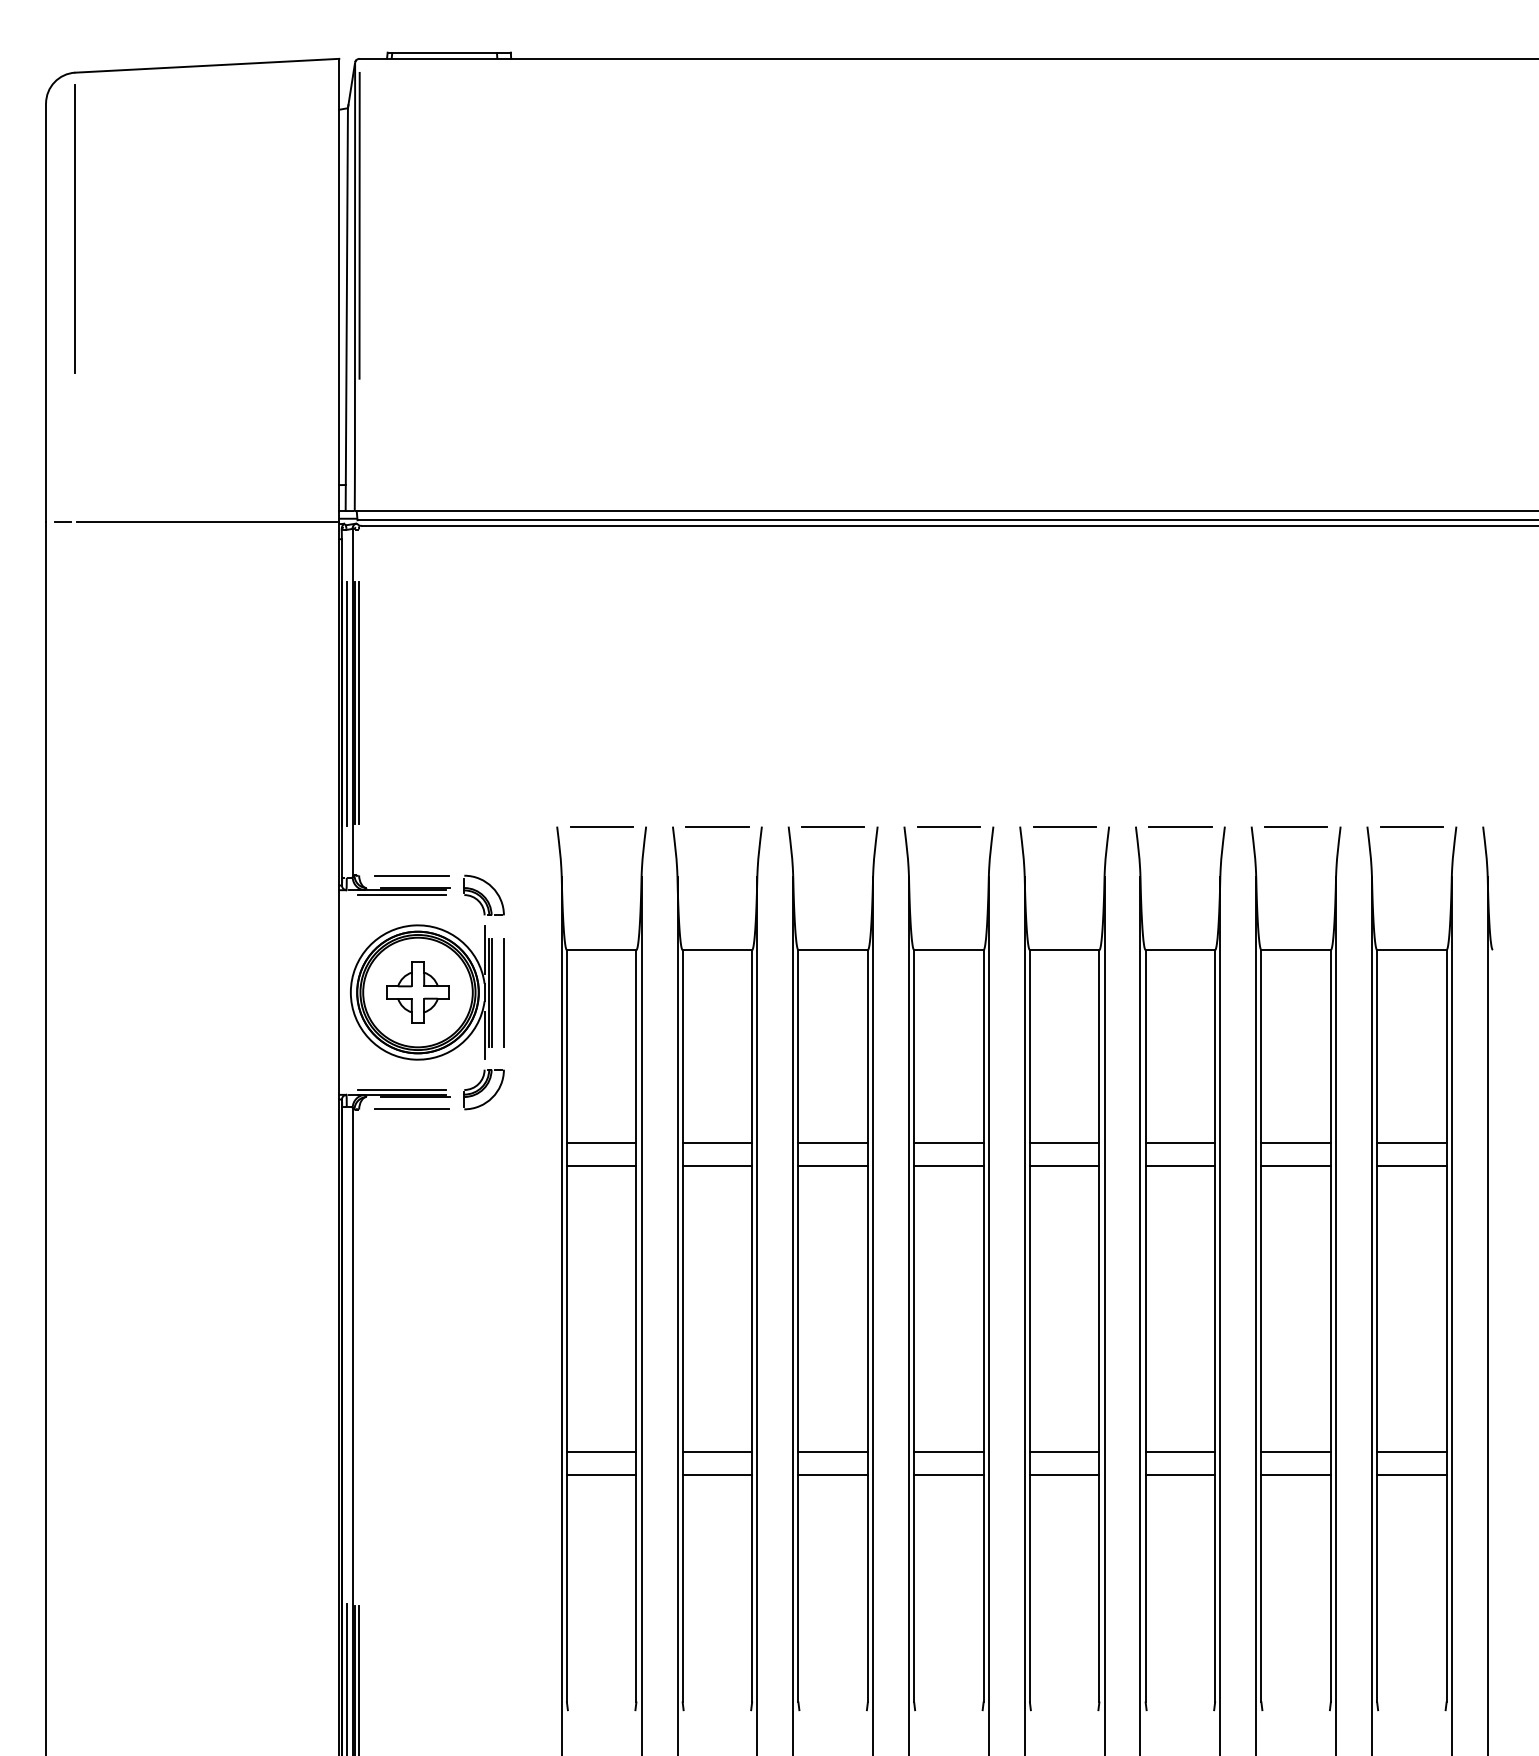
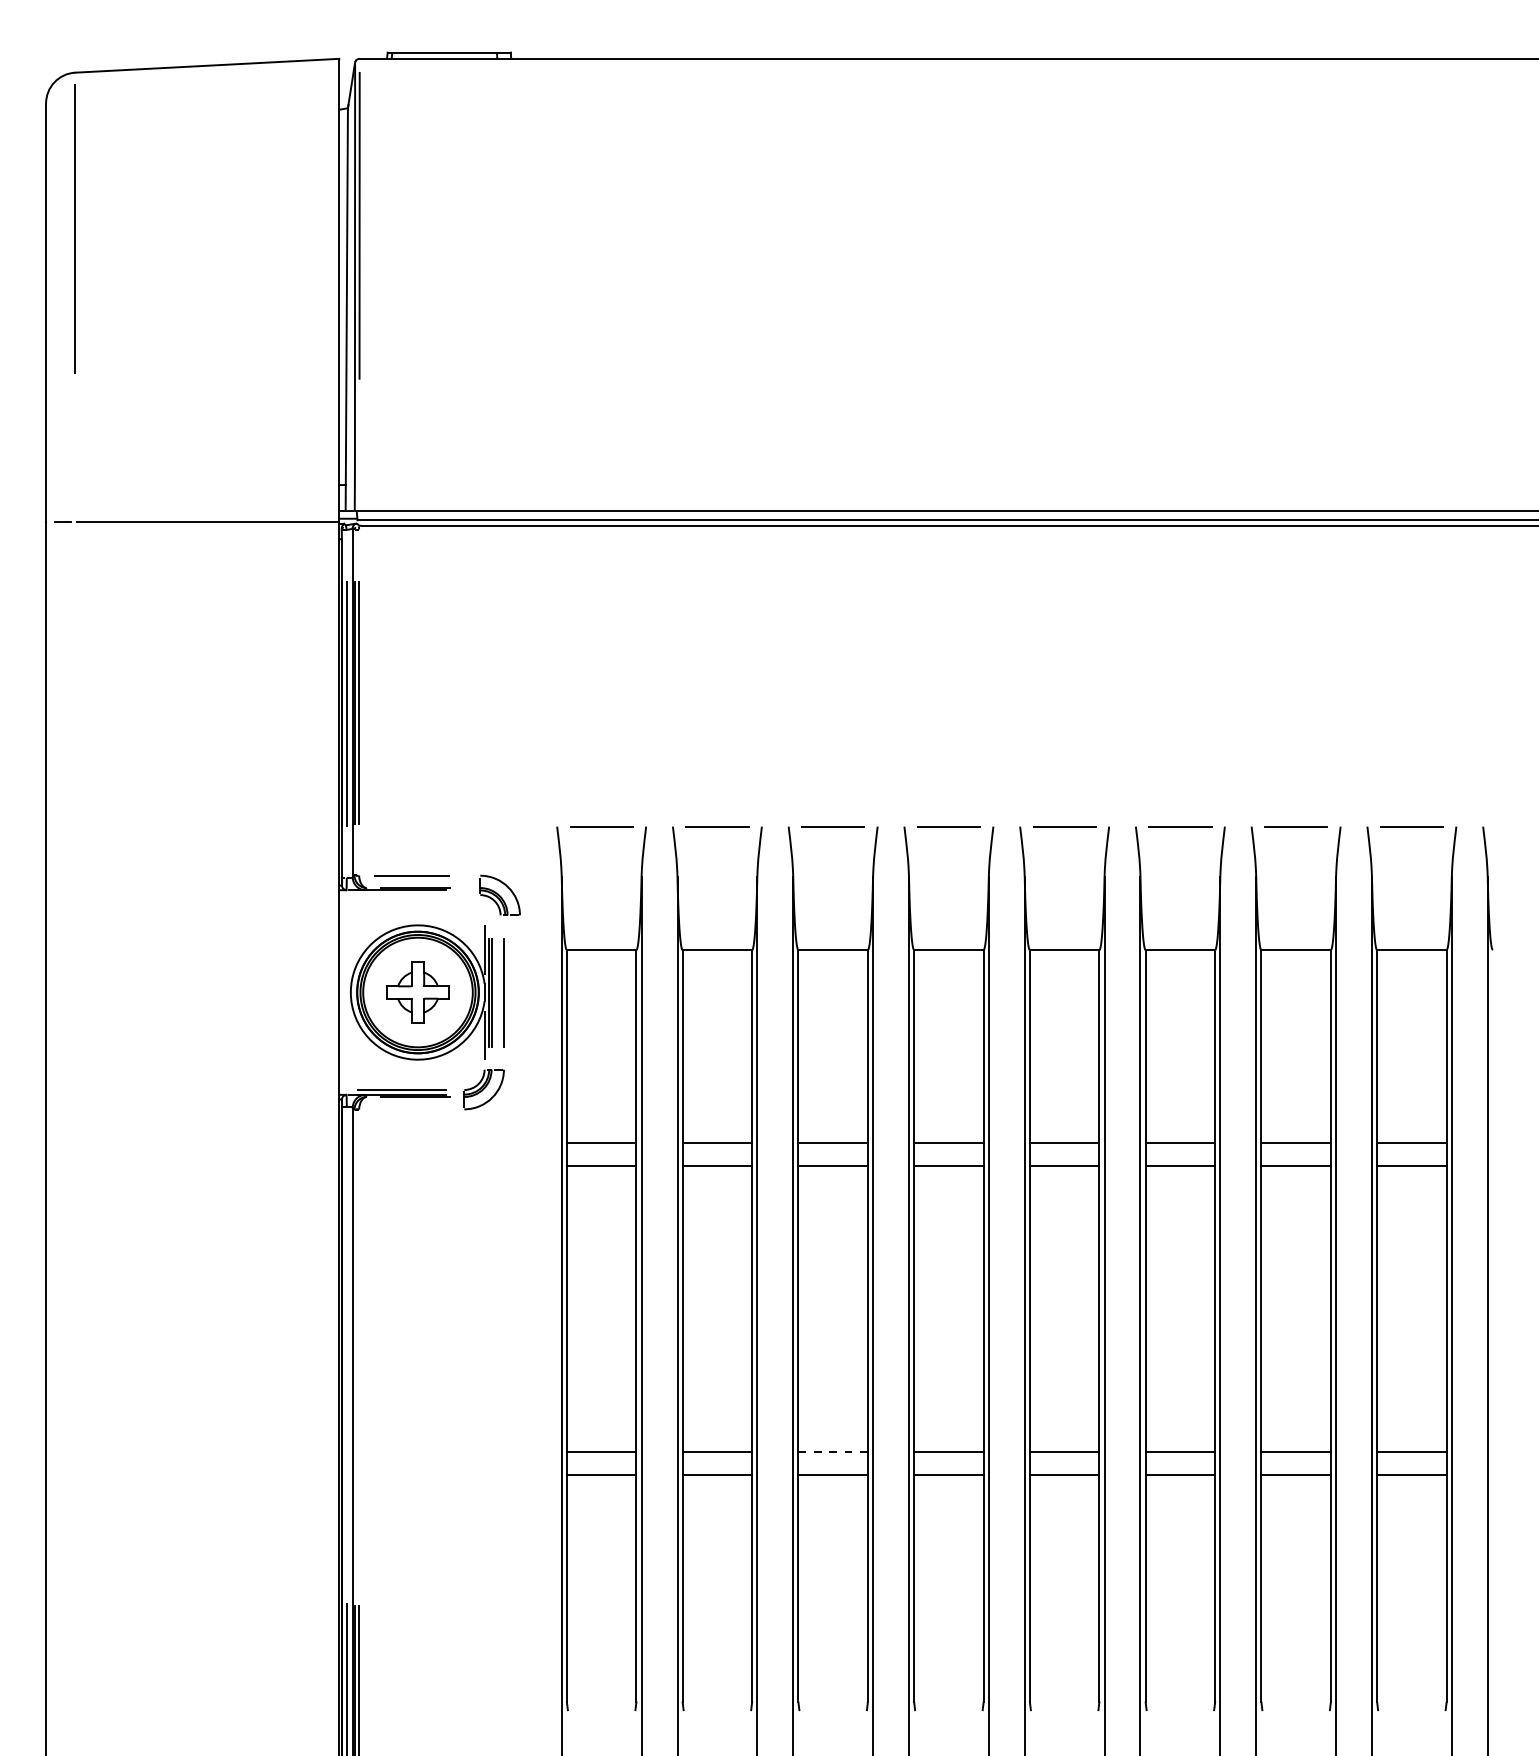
part at (483, 894) position: (483, 894) -> (499, 894)
line at (401, 895): present -> none
line at (411, 1108): present -> none
line at (833, 1451): solid -> dashed
